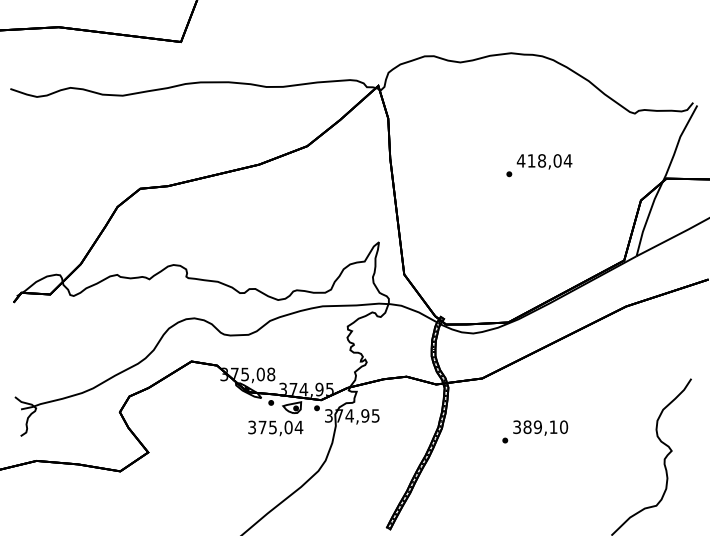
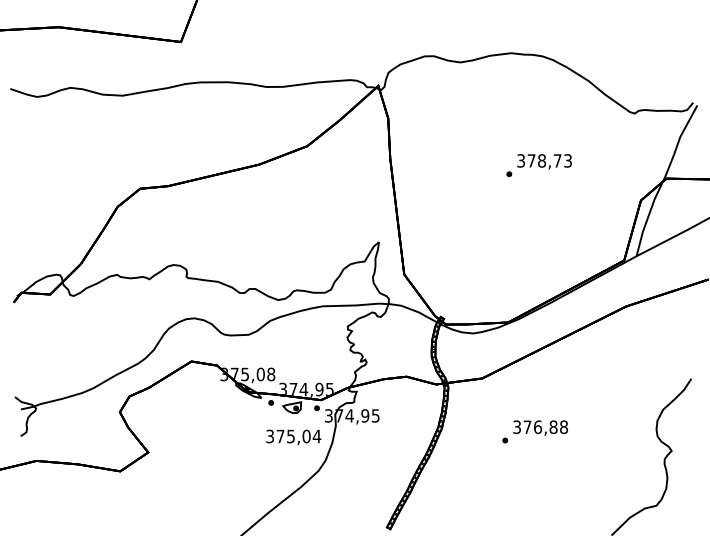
text at (544, 160): 418,04 -> 378,73
text at (545, 427): 389,10 -> 376,88
text at (275, 428) position: (275, 428) -> (293, 437)
